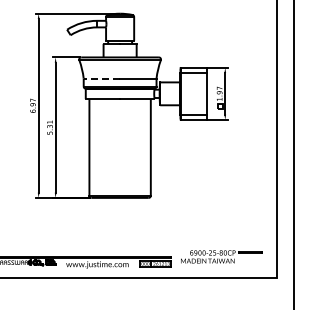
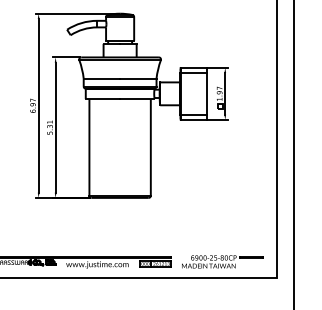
line at (101, 78): dashed -> solid
part at (221, 256) position: (221, 256) -> (222, 261)
